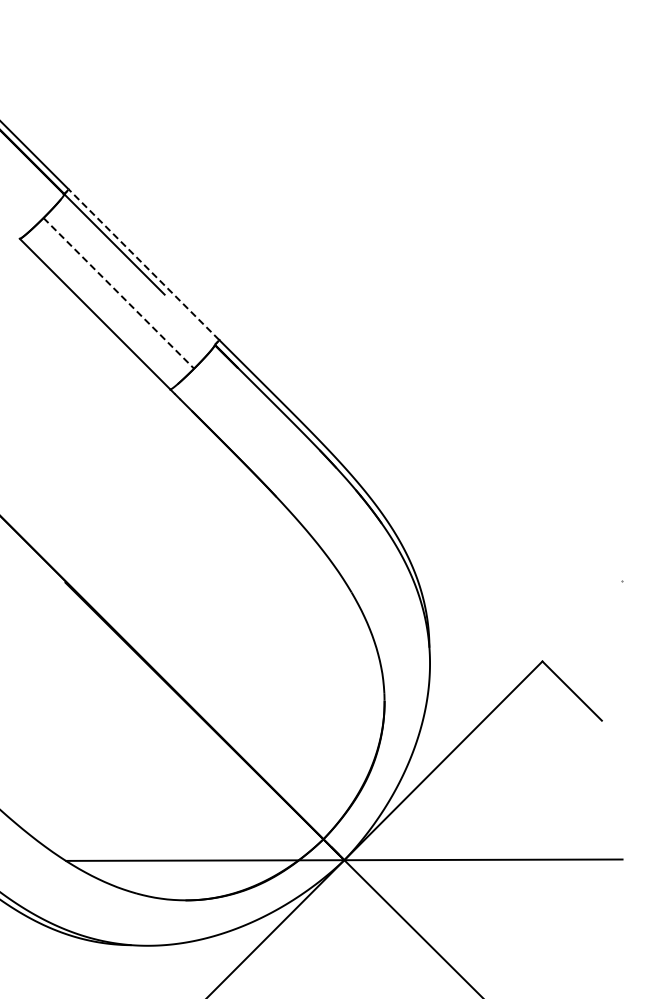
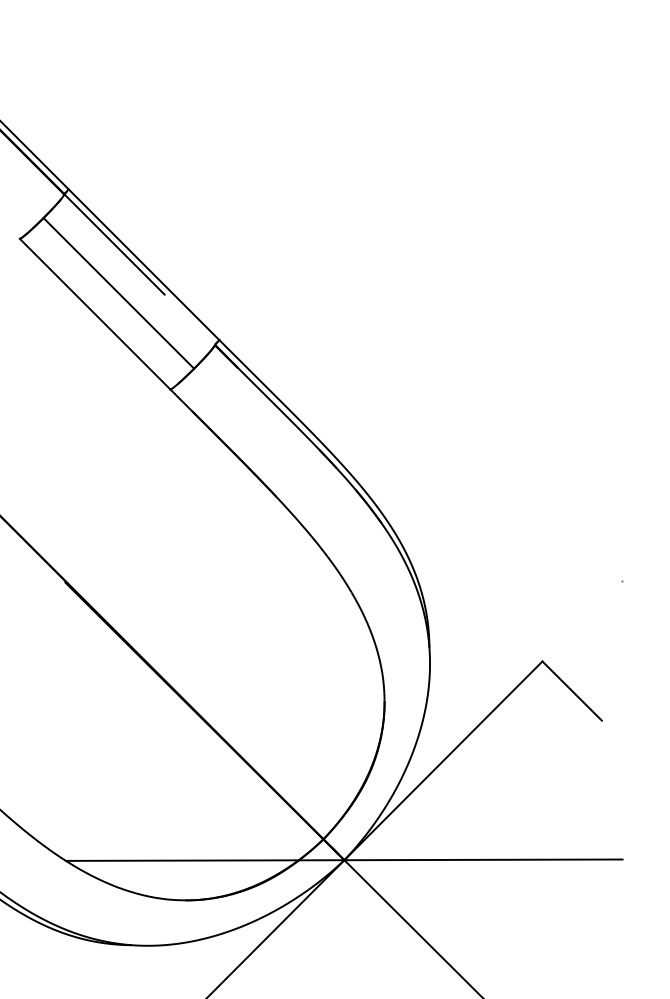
line at (143, 264): dashed -> solid
line at (119, 293): dashed -> solid
